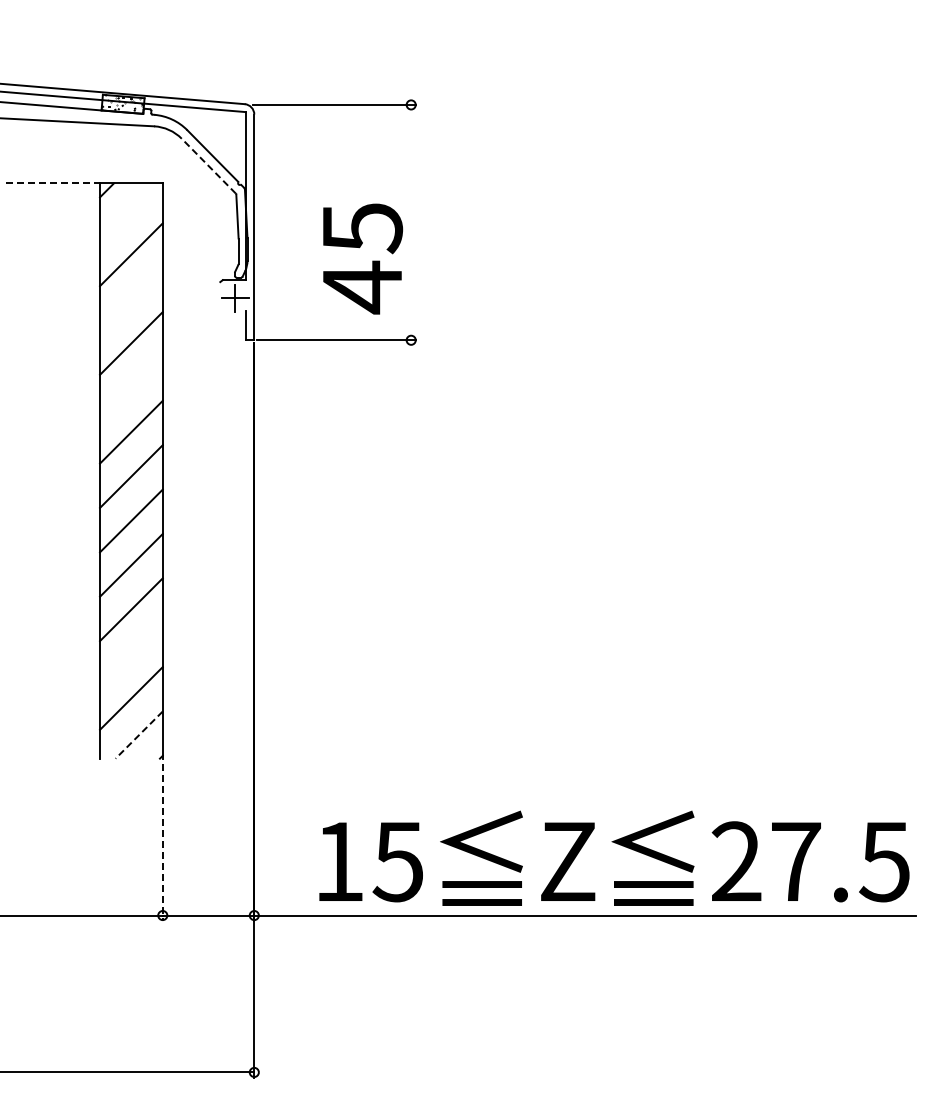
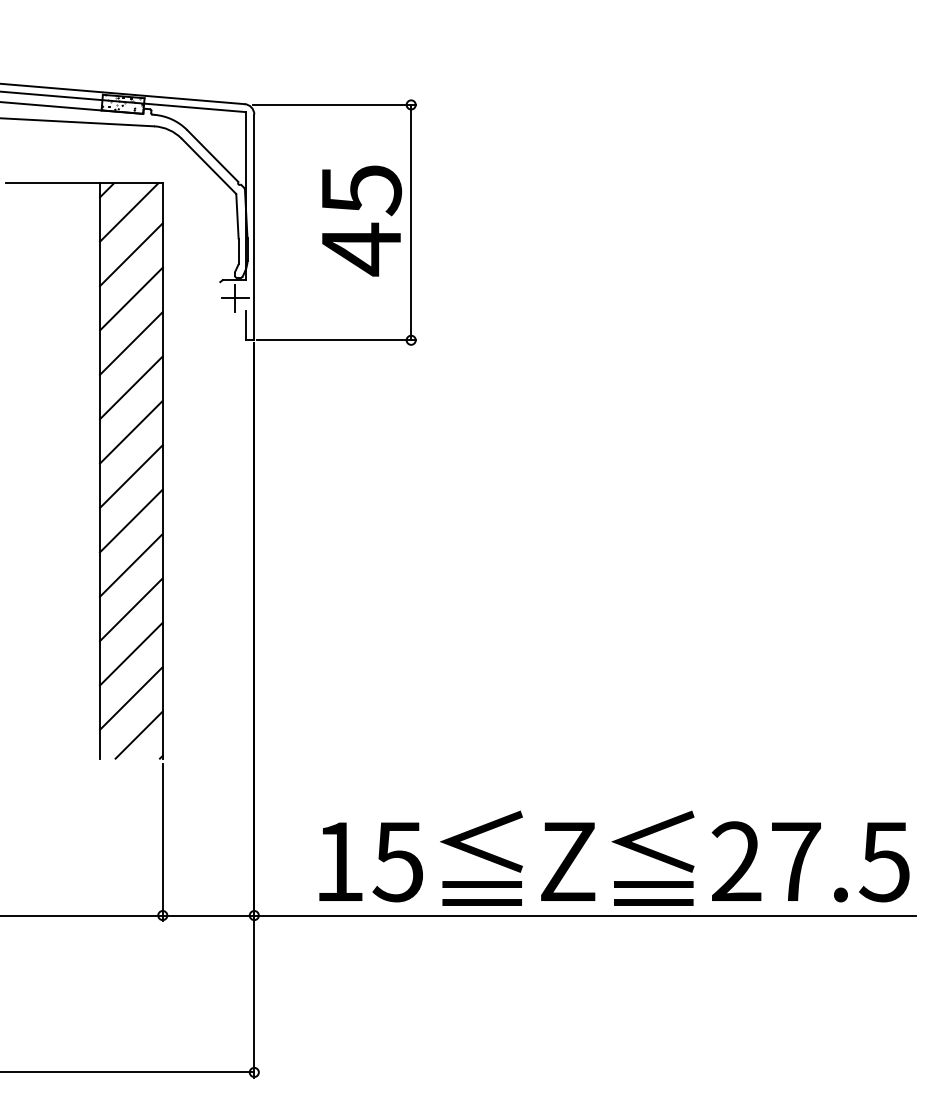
line at (208, 166): dashed -> solid
line at (53, 183): dashed -> solid
line at (129, 212): none -> present
line at (411, 222): none -> present
text at (363, 258) position: (363, 258) -> (362, 220)
line at (131, 298): none -> present
line at (131, 387): none -> present
line at (131, 653): none -> present
line at (138, 735): dashed -> solid
line at (162, 842): dashed -> solid
